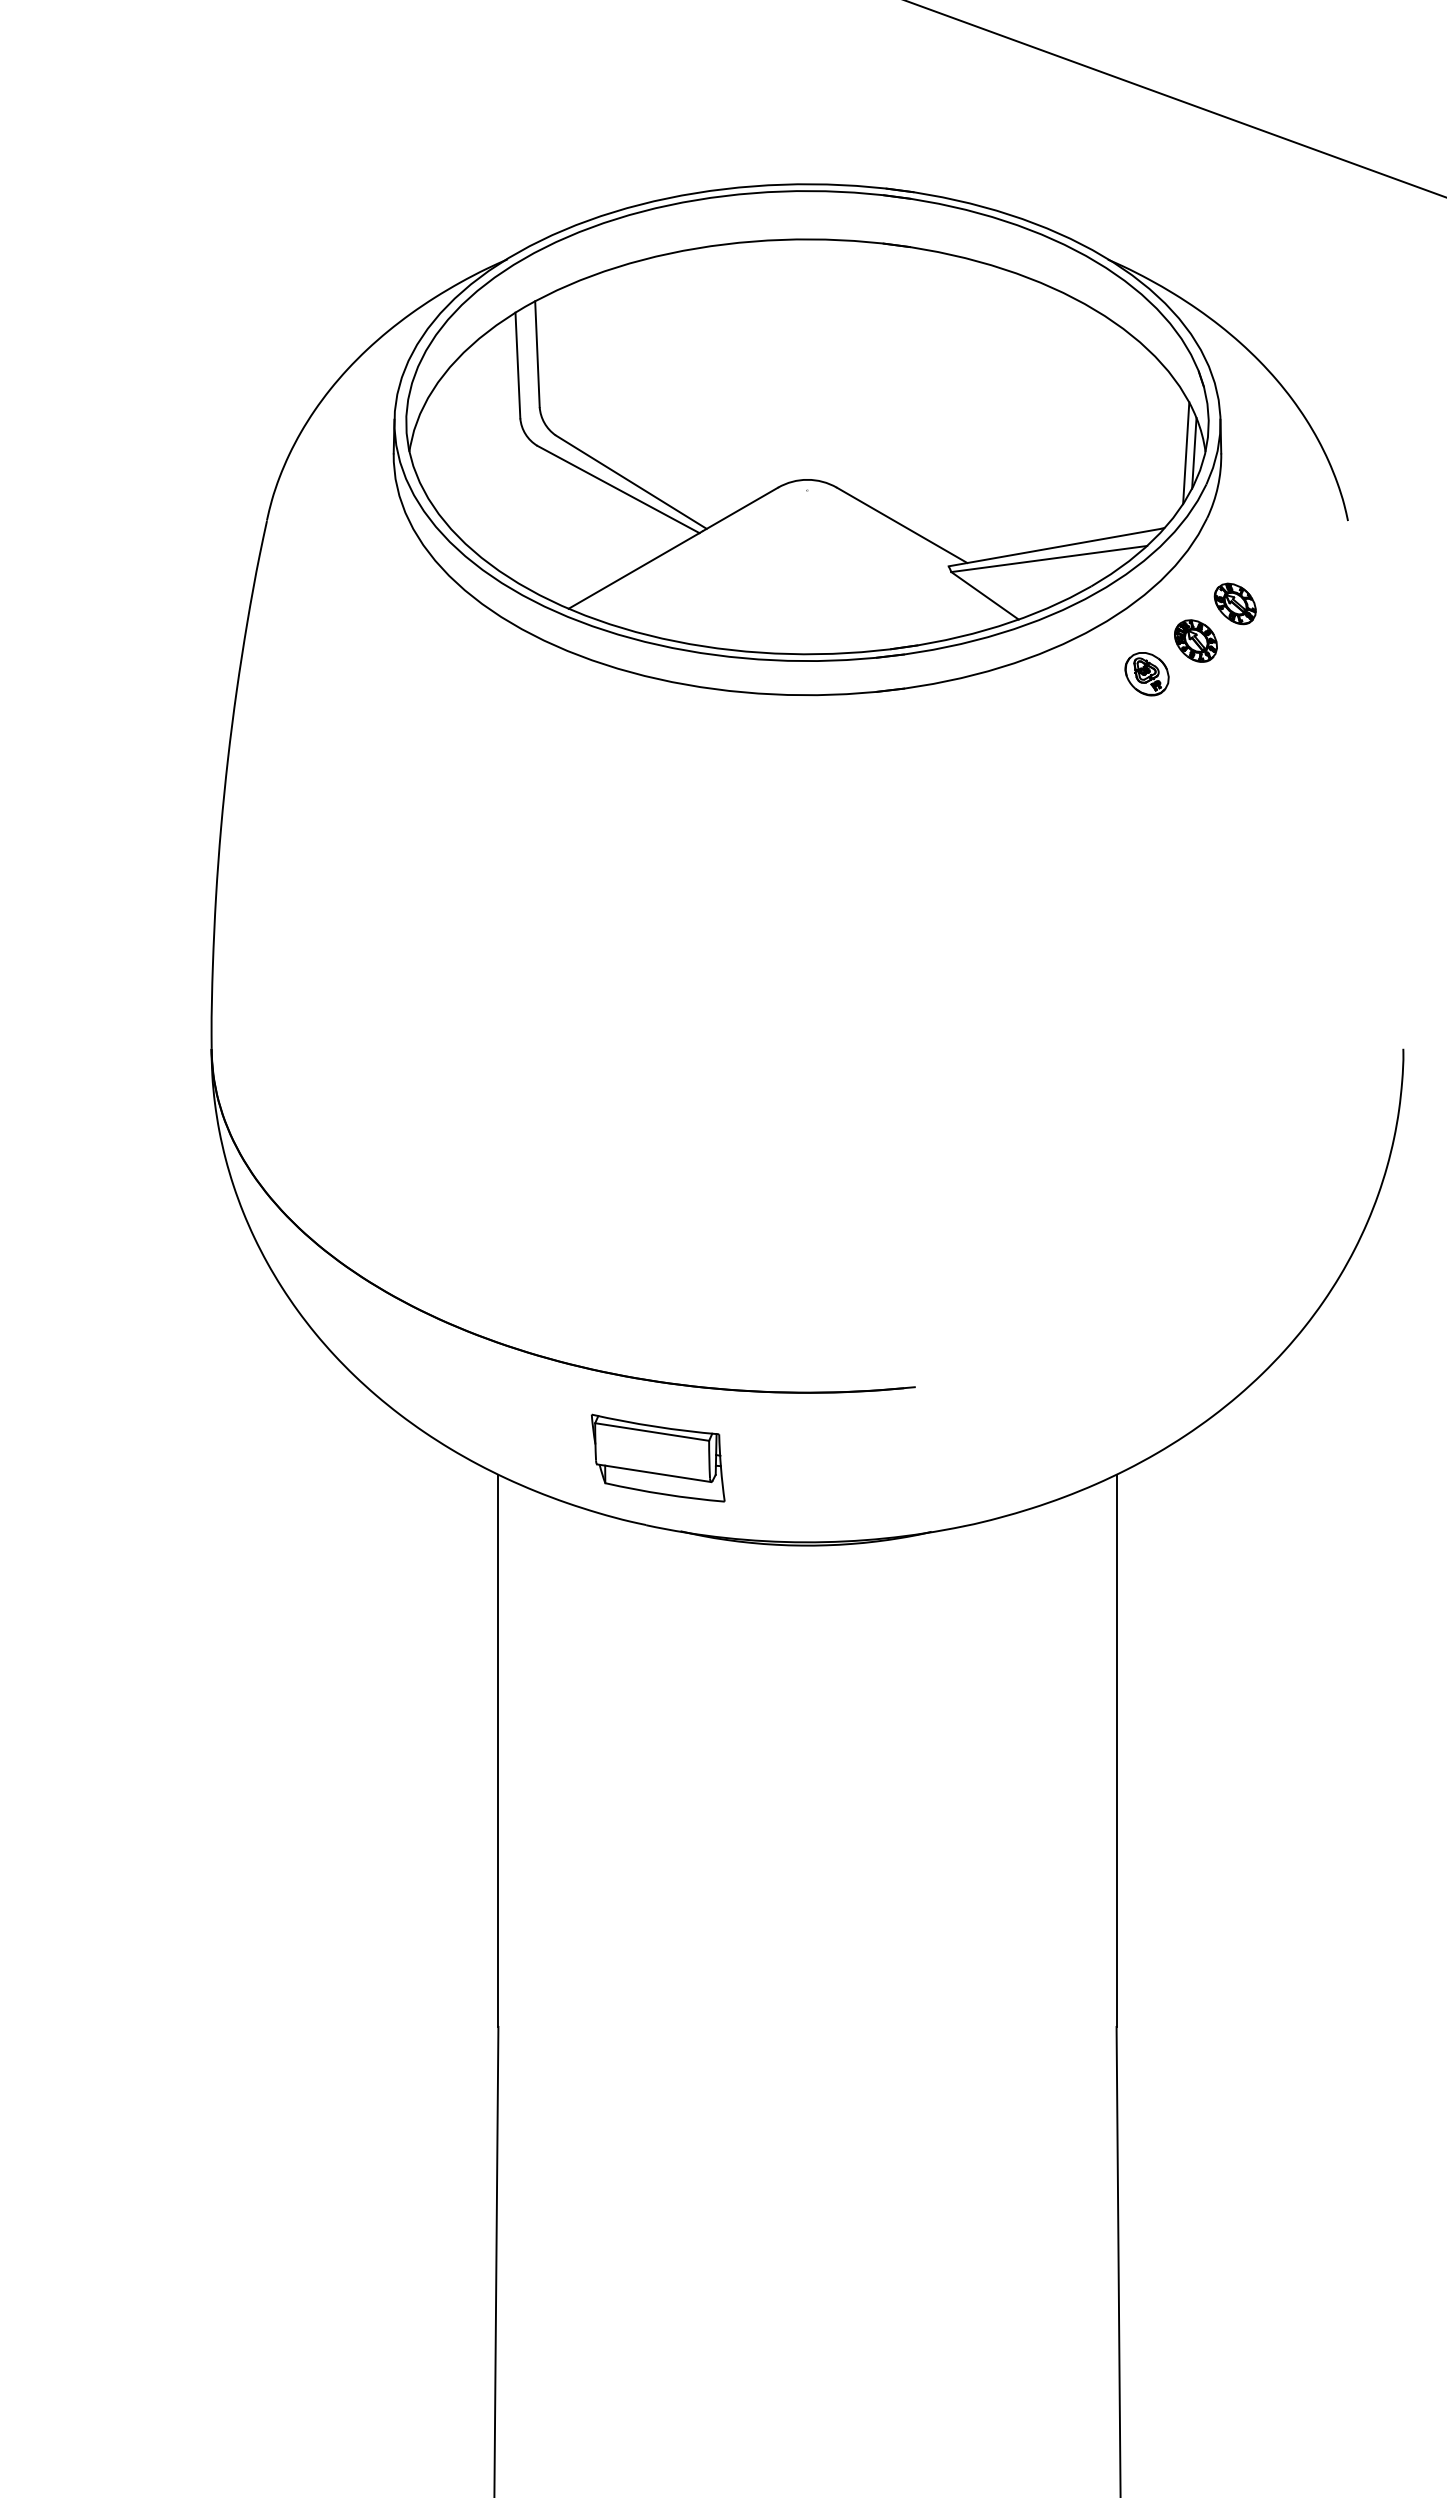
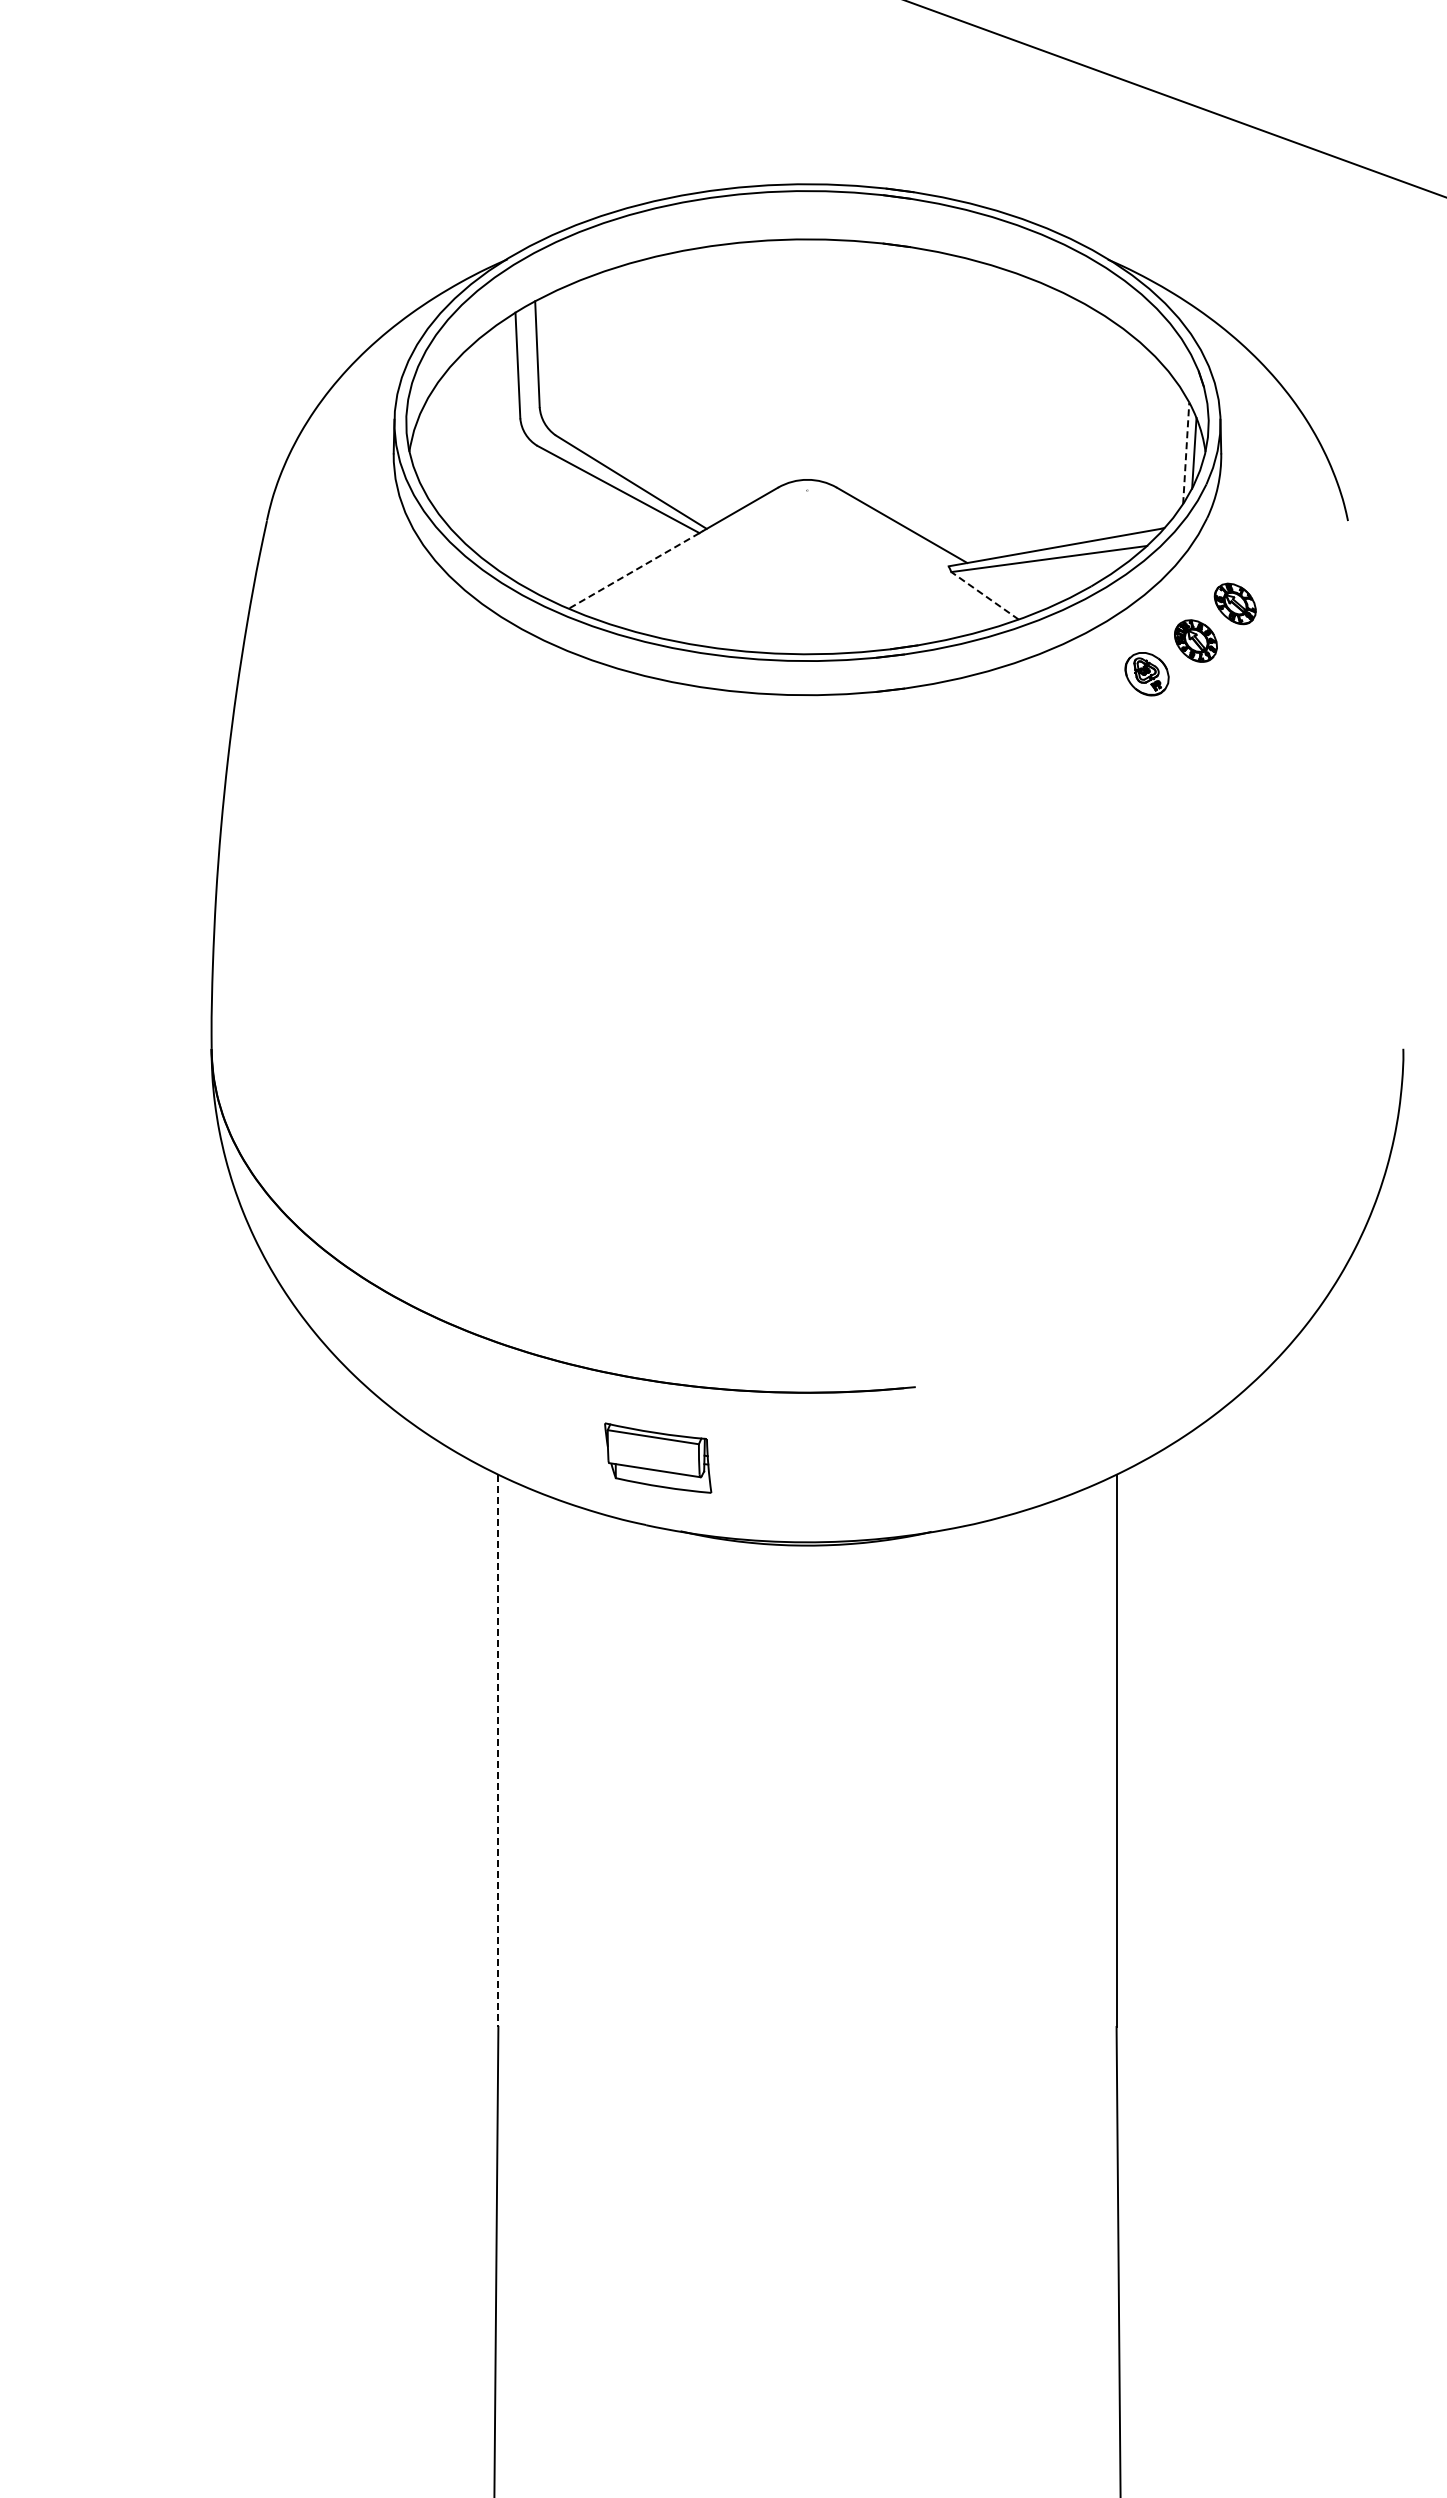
line at (1186, 453): solid -> dashed
line at (634, 570): solid -> dashed
line at (984, 595): solid -> dashed
part at (657, 1457) size: 136x90 px -> 109x72 px
line at (498, 1751): solid -> dashed
